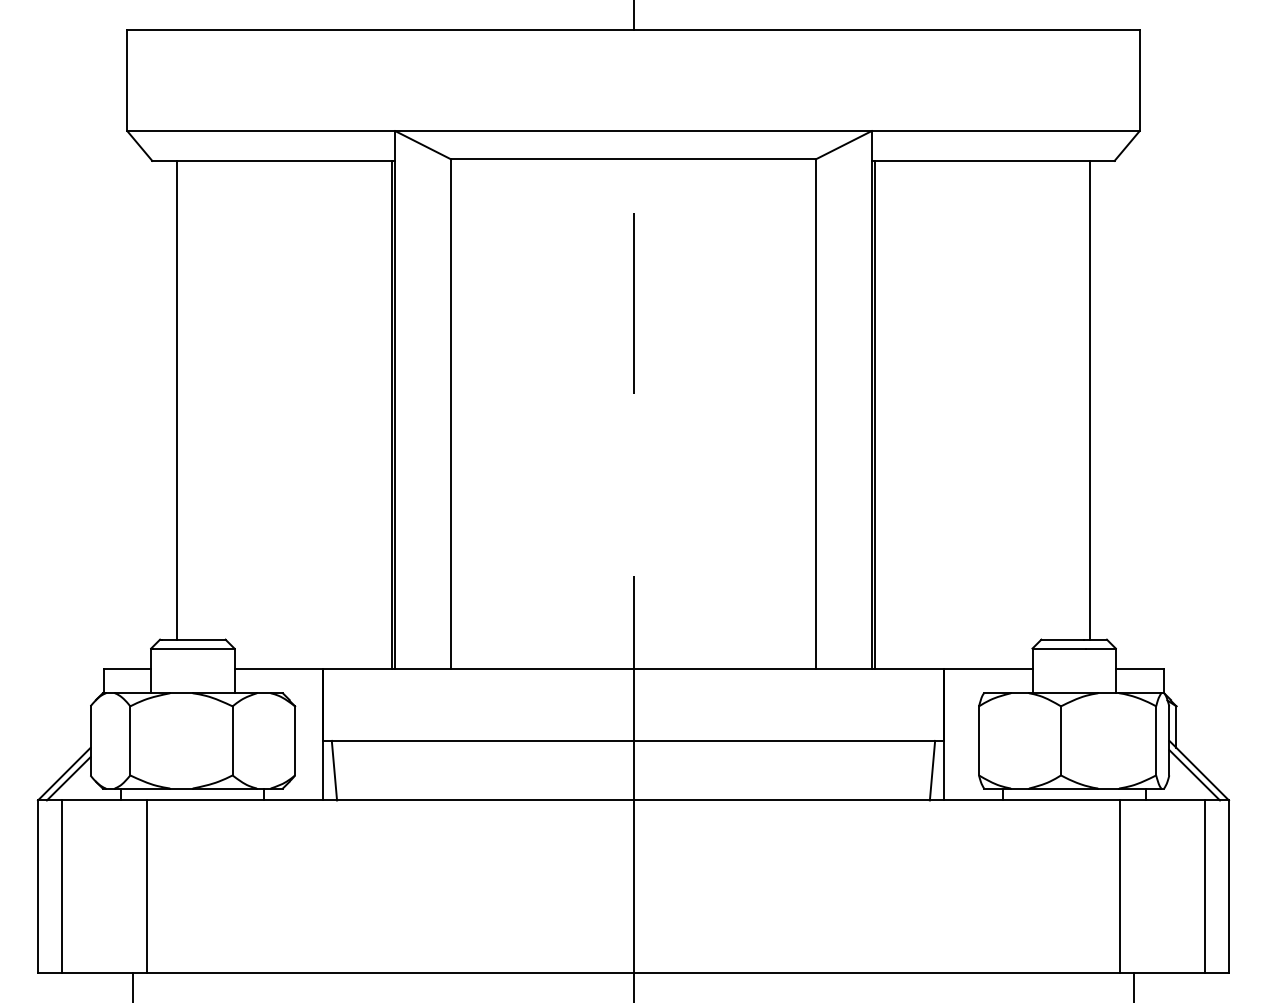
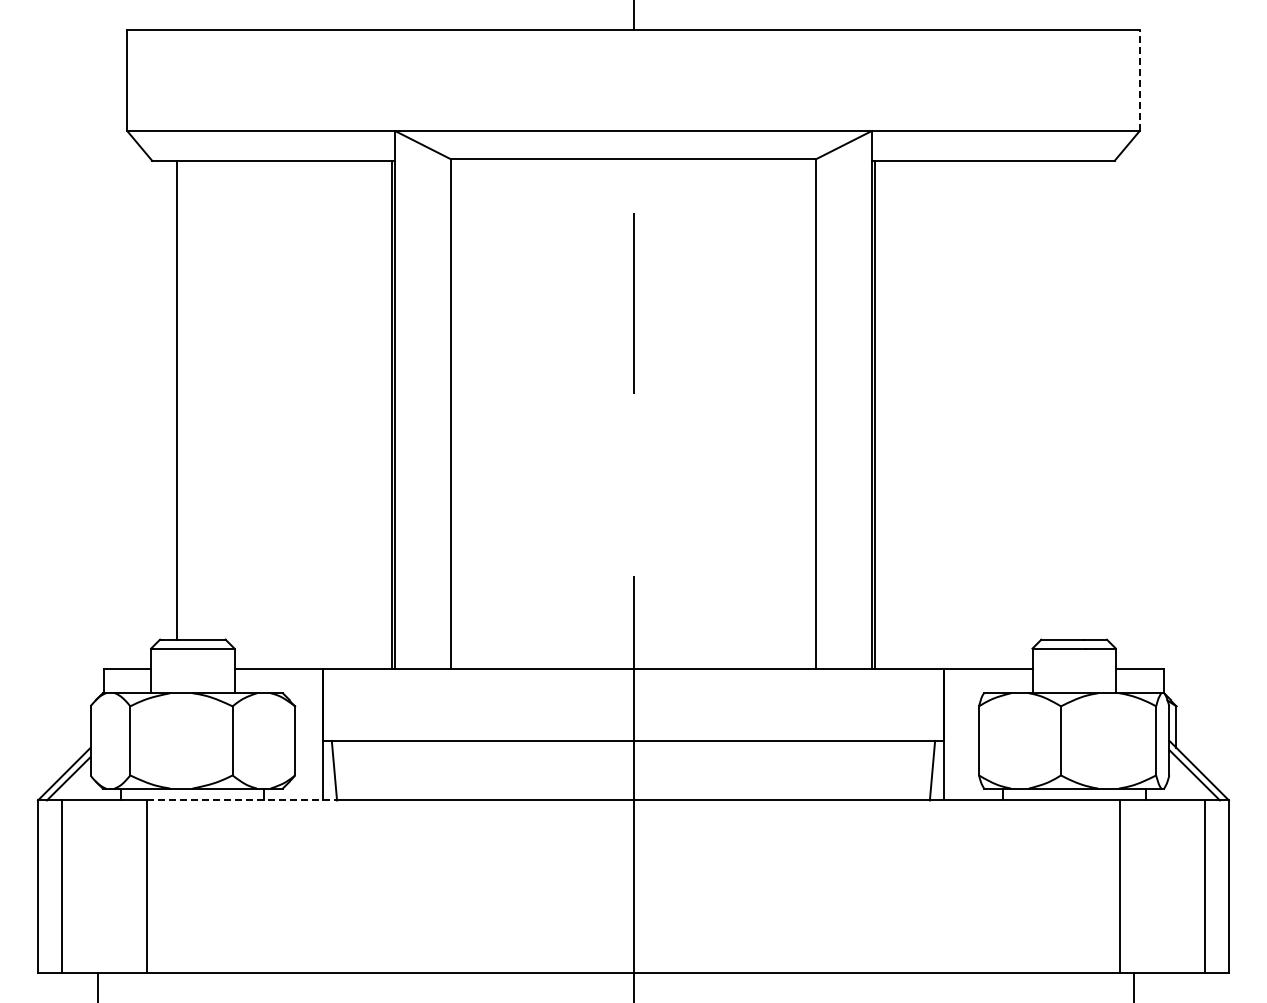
line at (1139, 80): solid -> dashed
line at (1090, 399): present -> none
line at (242, 800): solid -> dashed
line at (133, 986) position: (133, 986) -> (98, 986)
